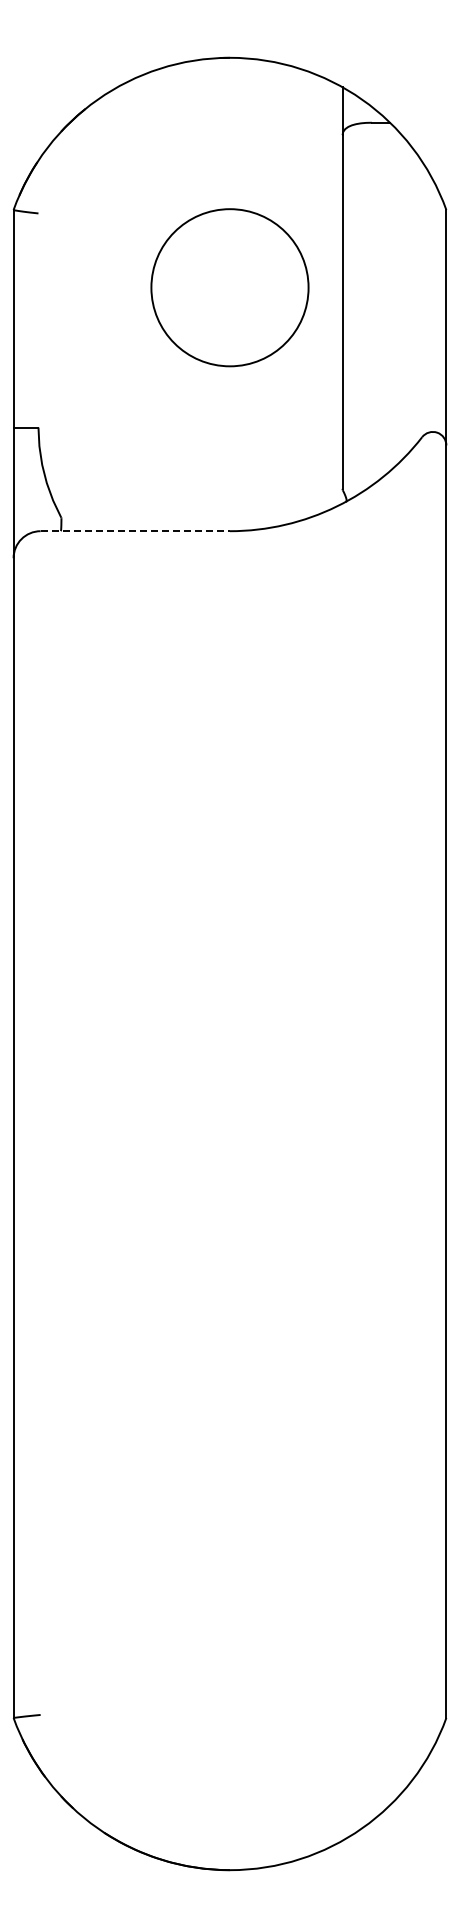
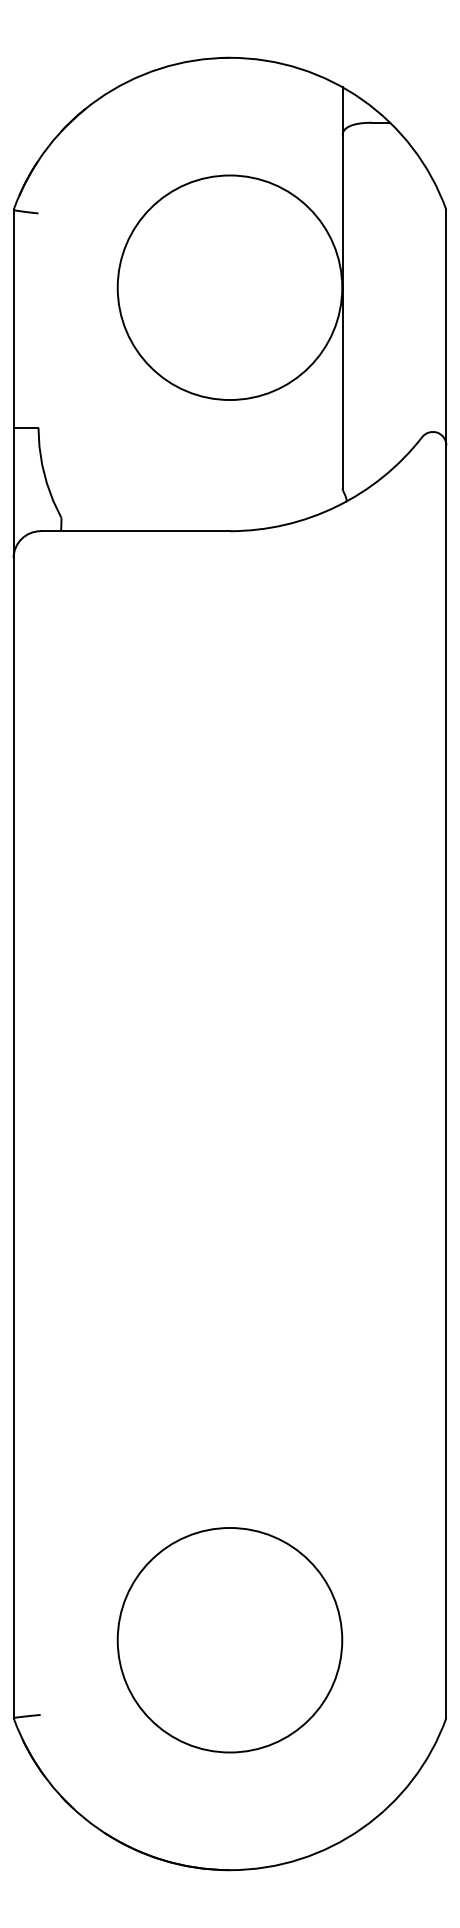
circle at (229, 287) diameter: 157 px -> 225 px
line at (135, 531): dashed -> solid
circle at (229, 1640): none -> present
